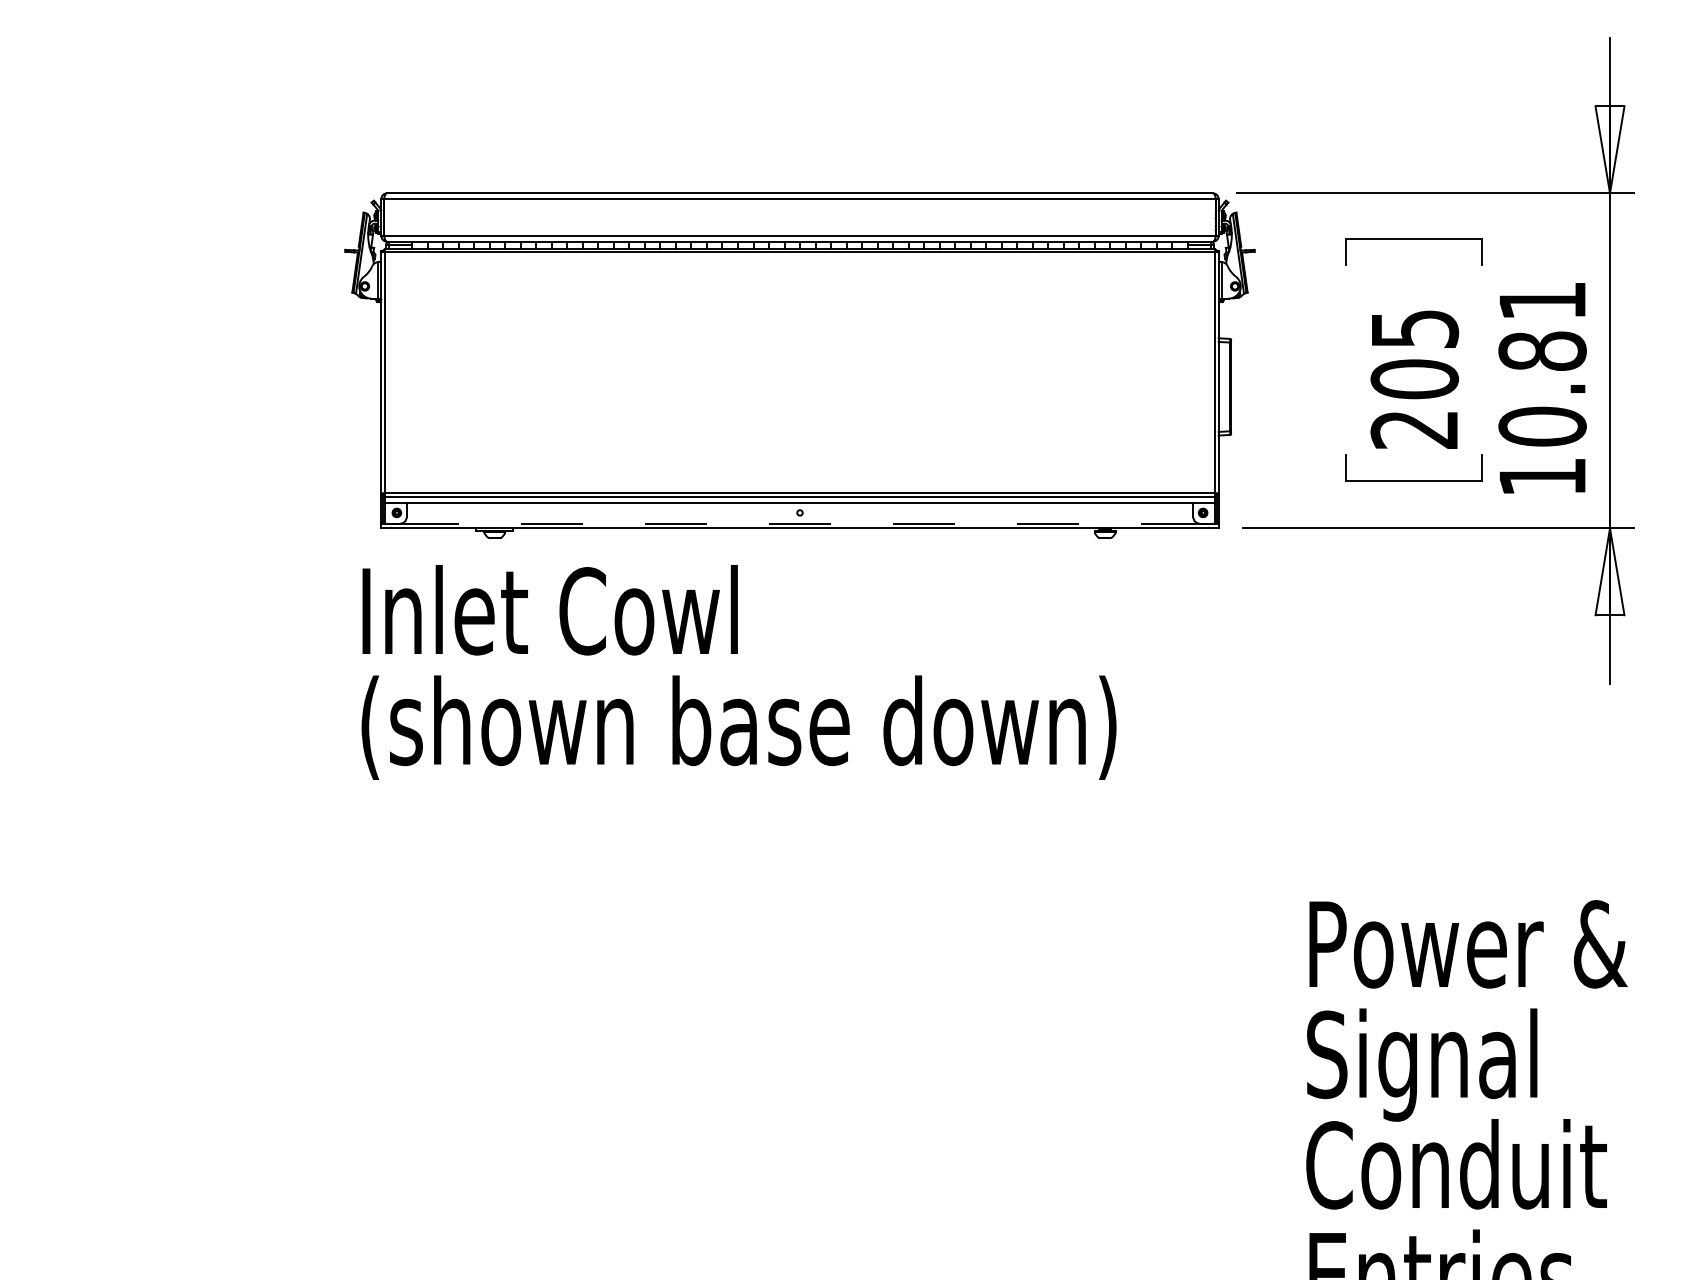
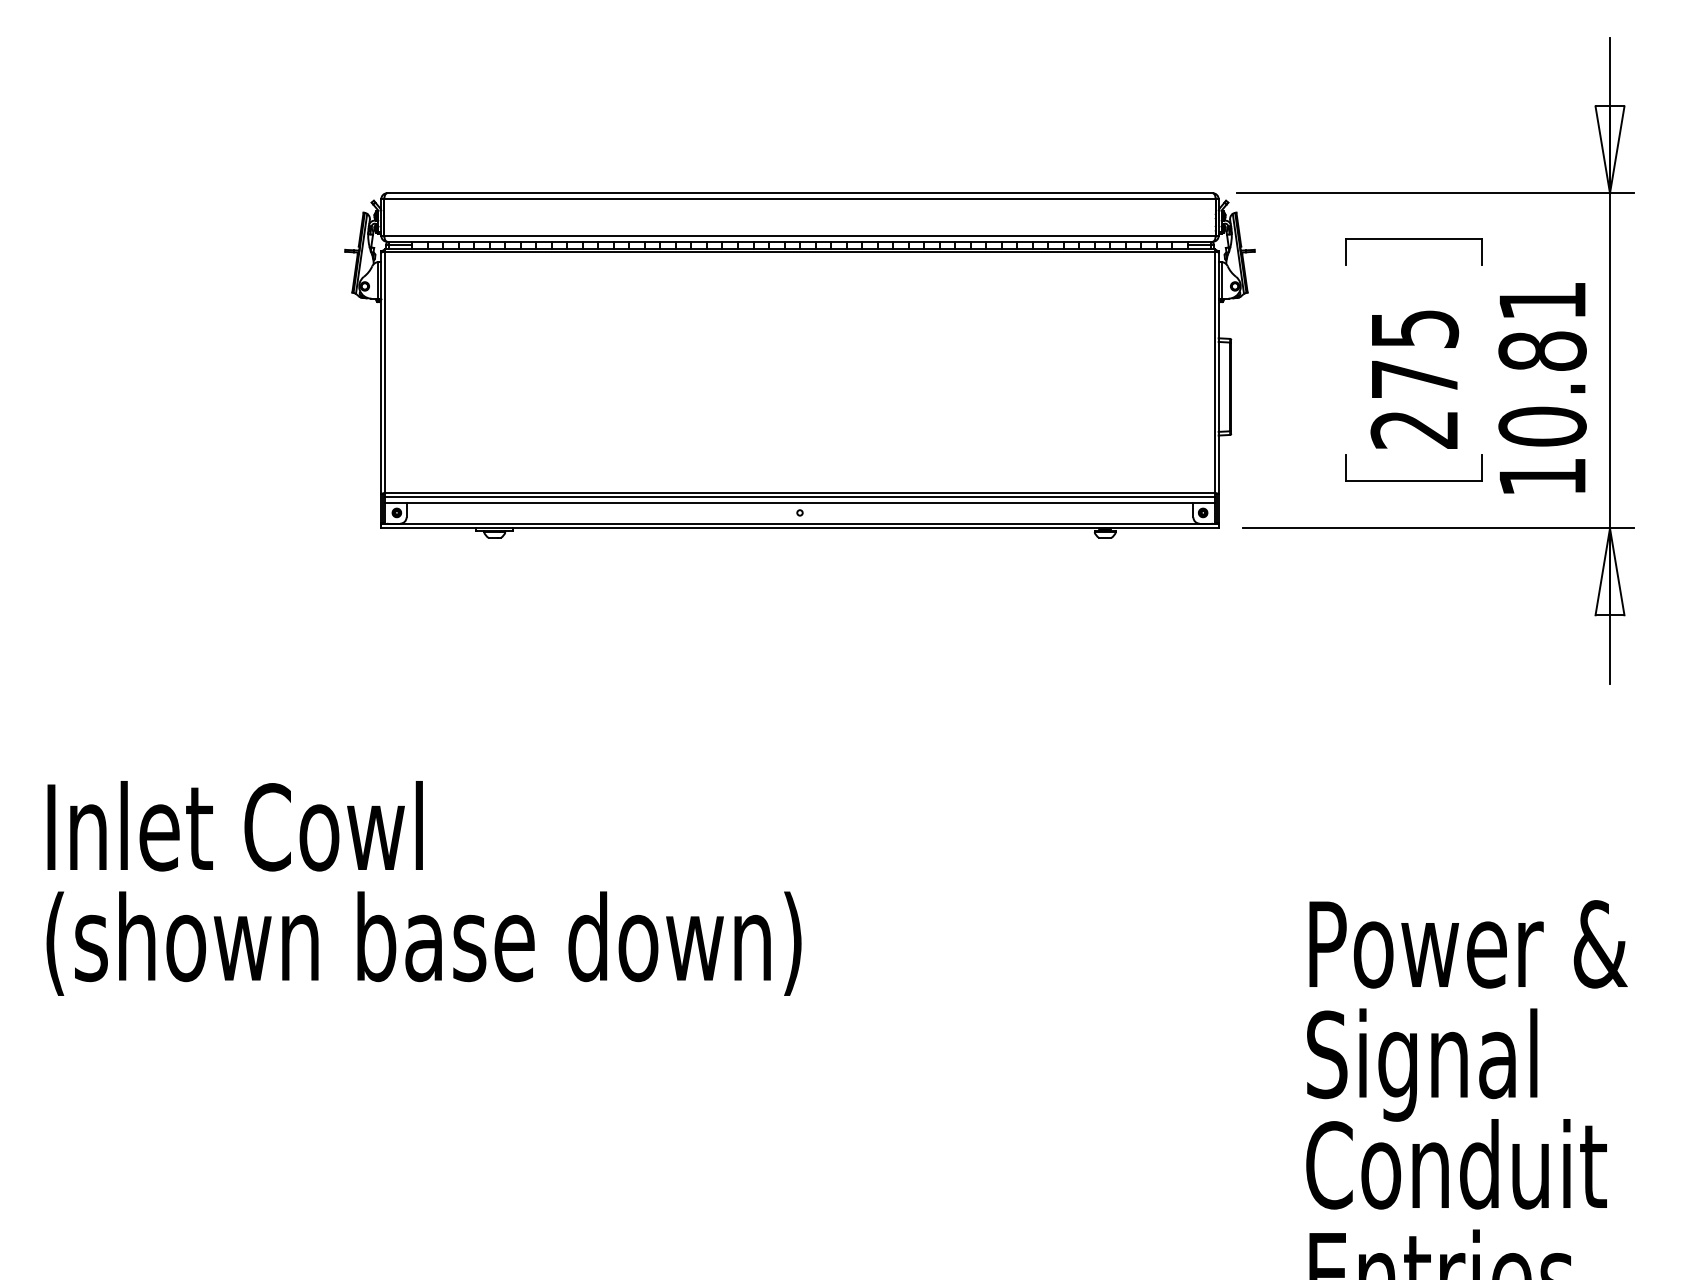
text at (1414, 379): 205 -> 275
line at (800, 523): dashed -> solid
text at (738, 672) position: (738, 672) -> (423, 888)
